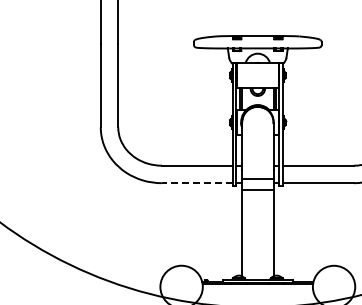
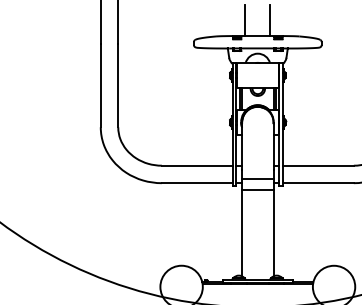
line at (245, 20): none -> present
line at (270, 20): none -> present
line at (197, 183): dashed -> solid
